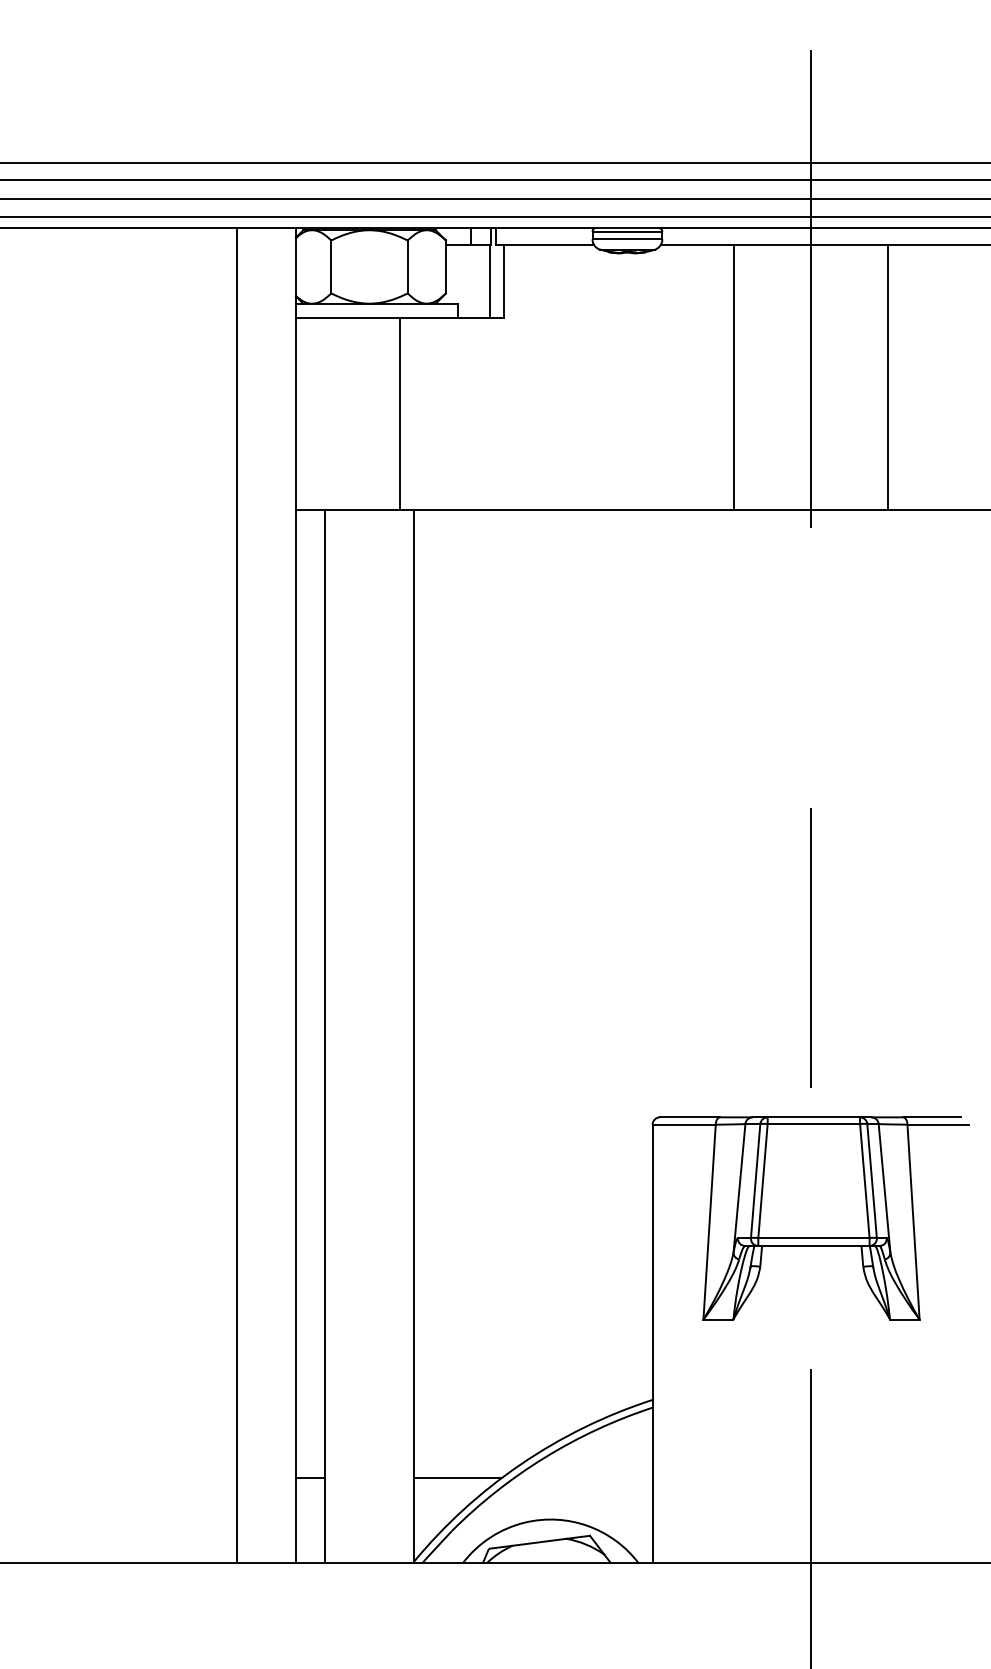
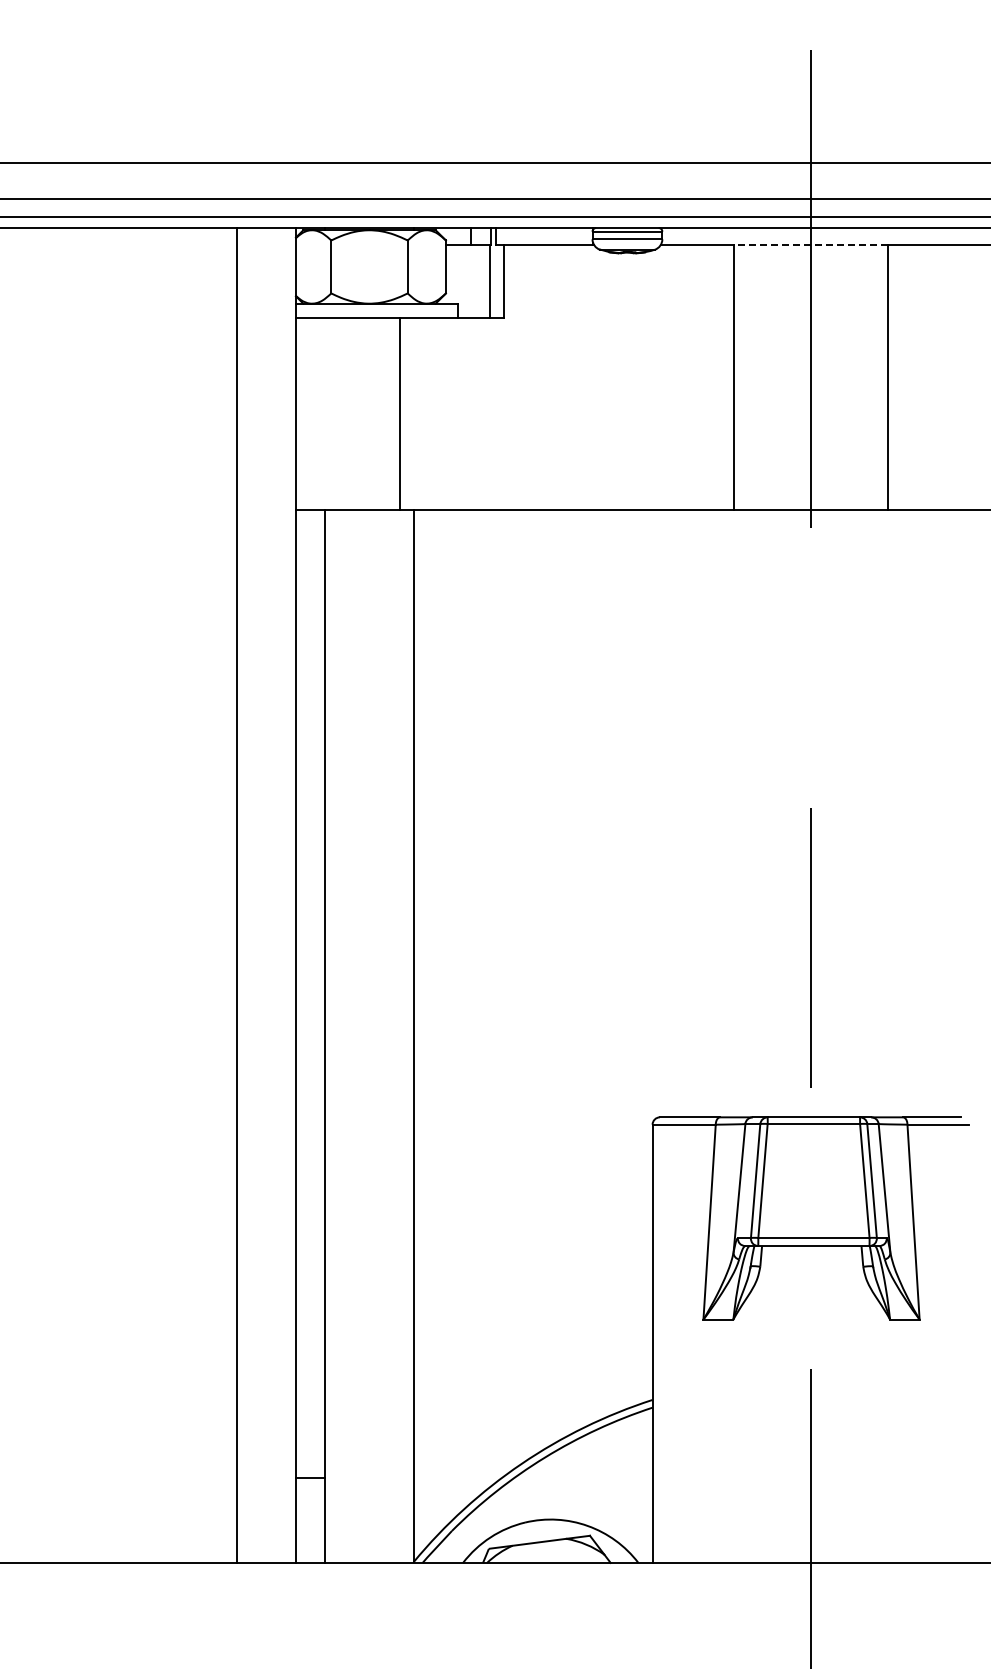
line at (494, 180): present -> none
line at (810, 244): solid -> dashed
line at (457, 1478): present -> none
